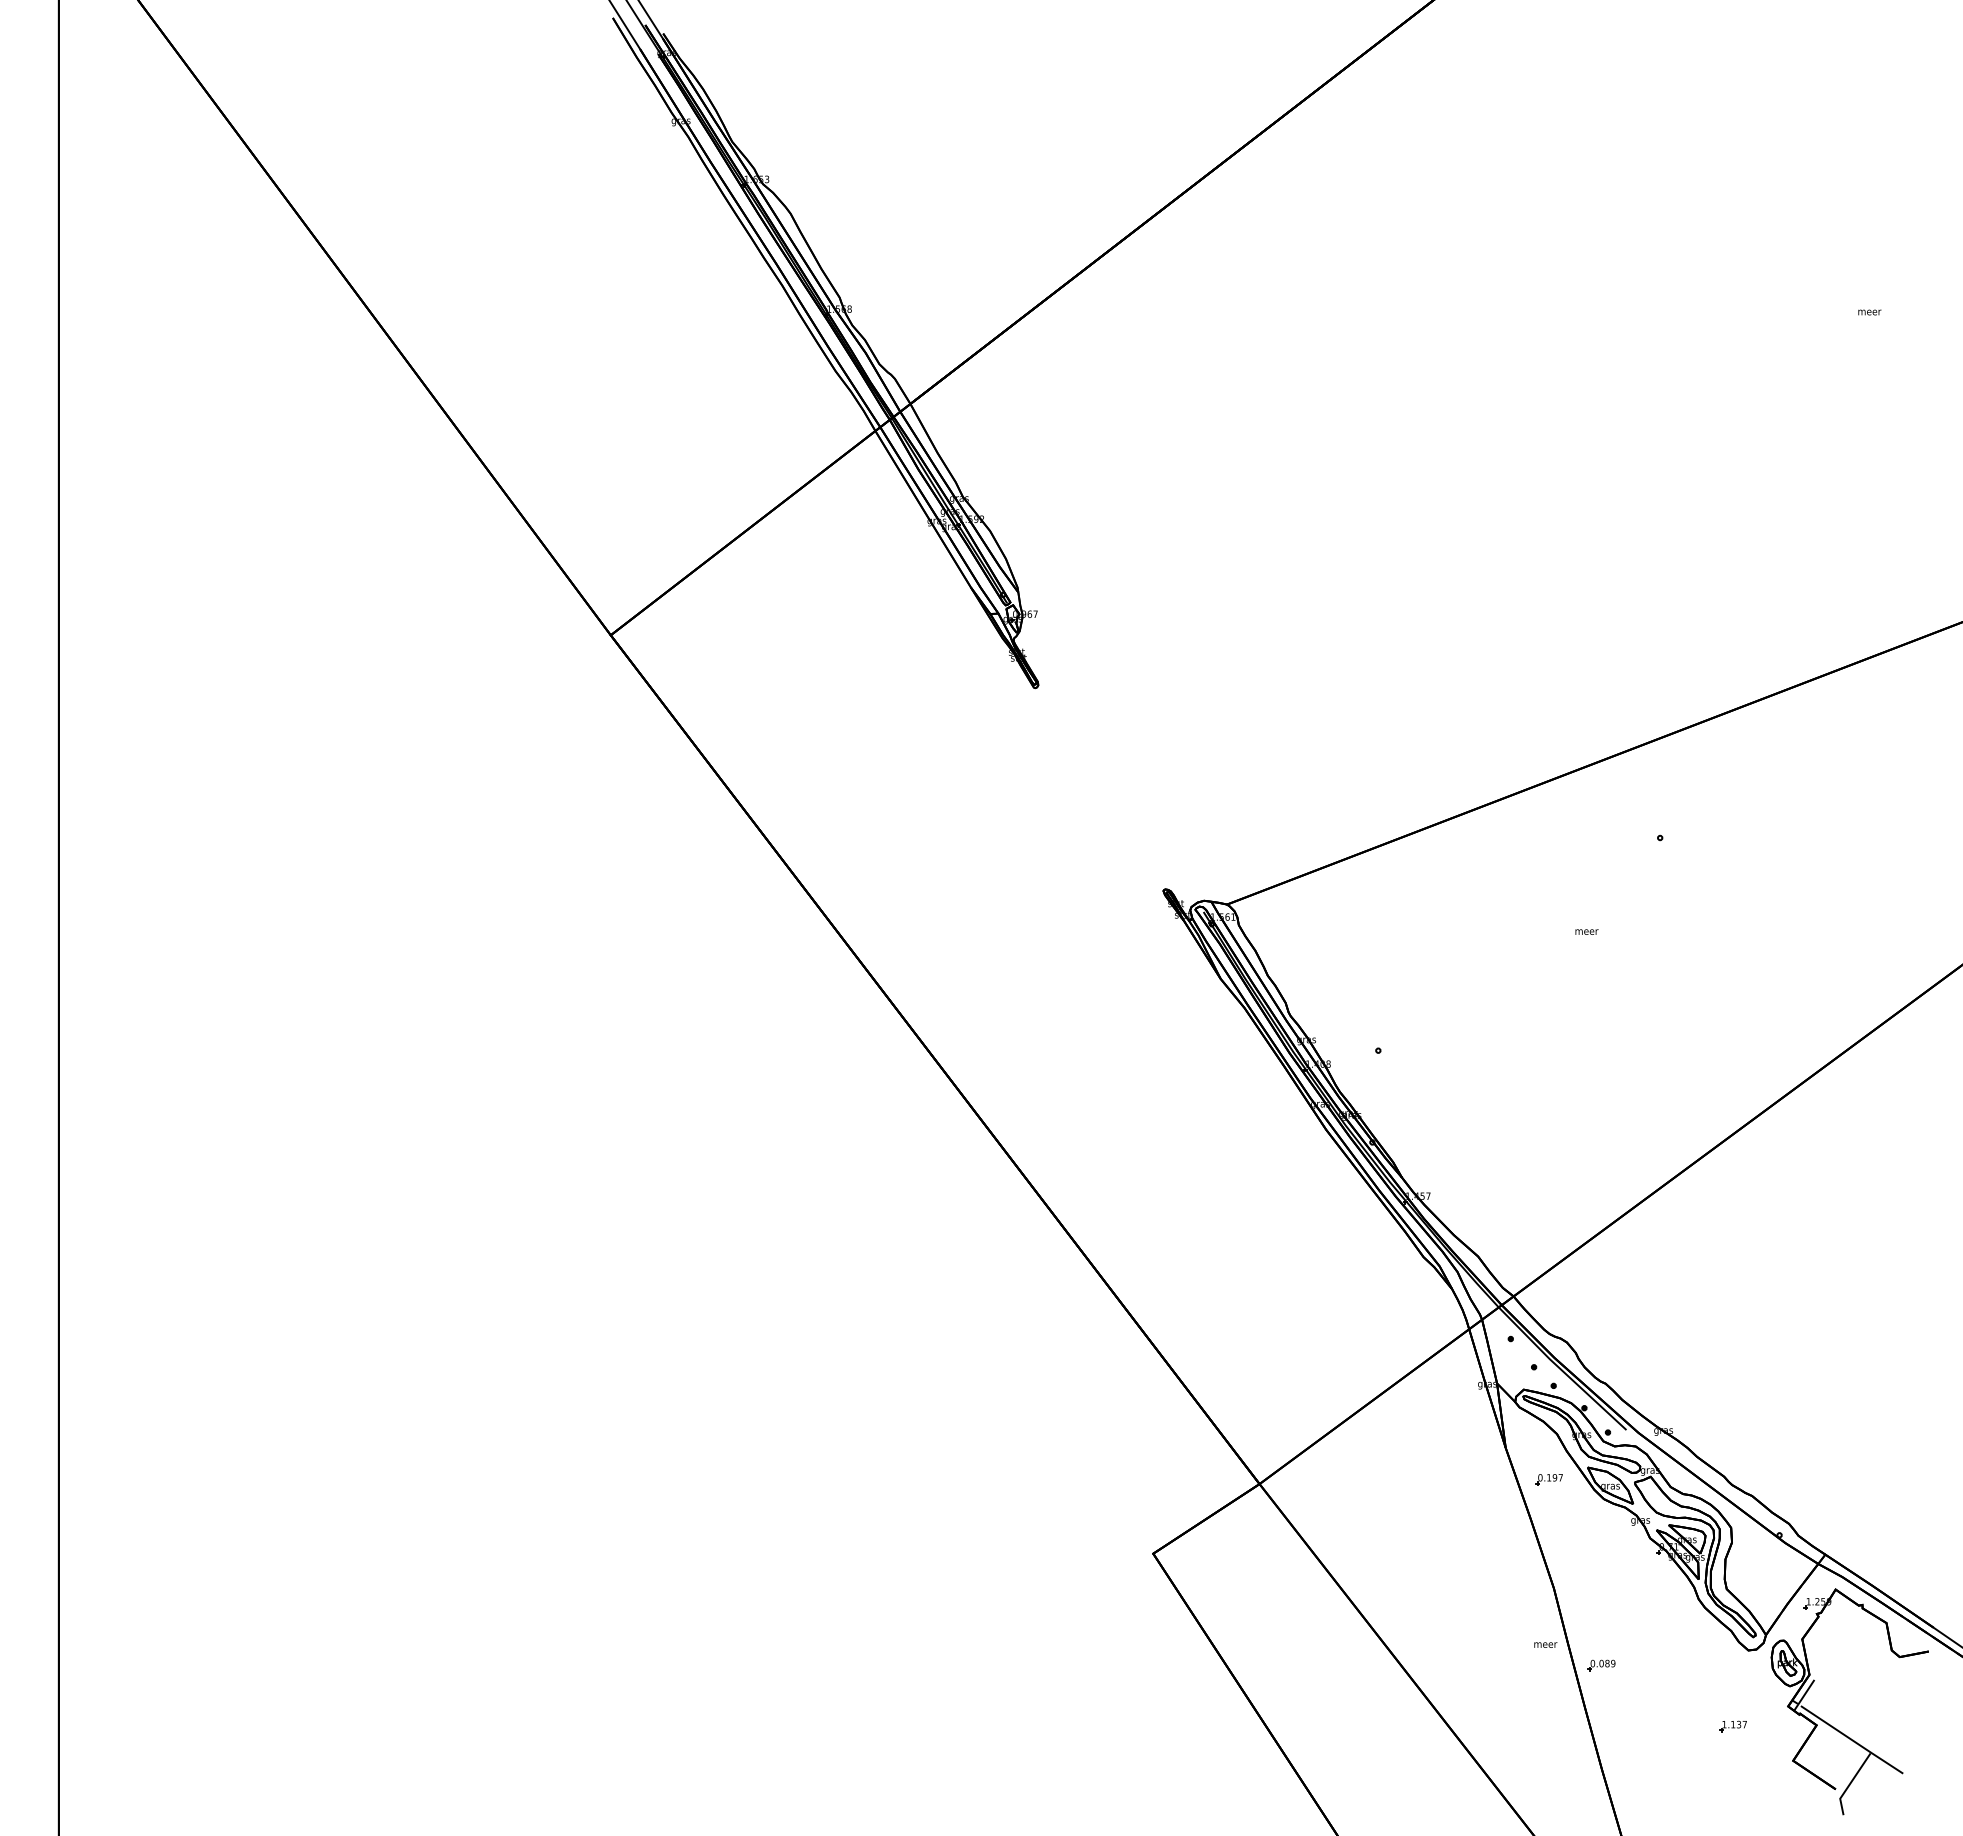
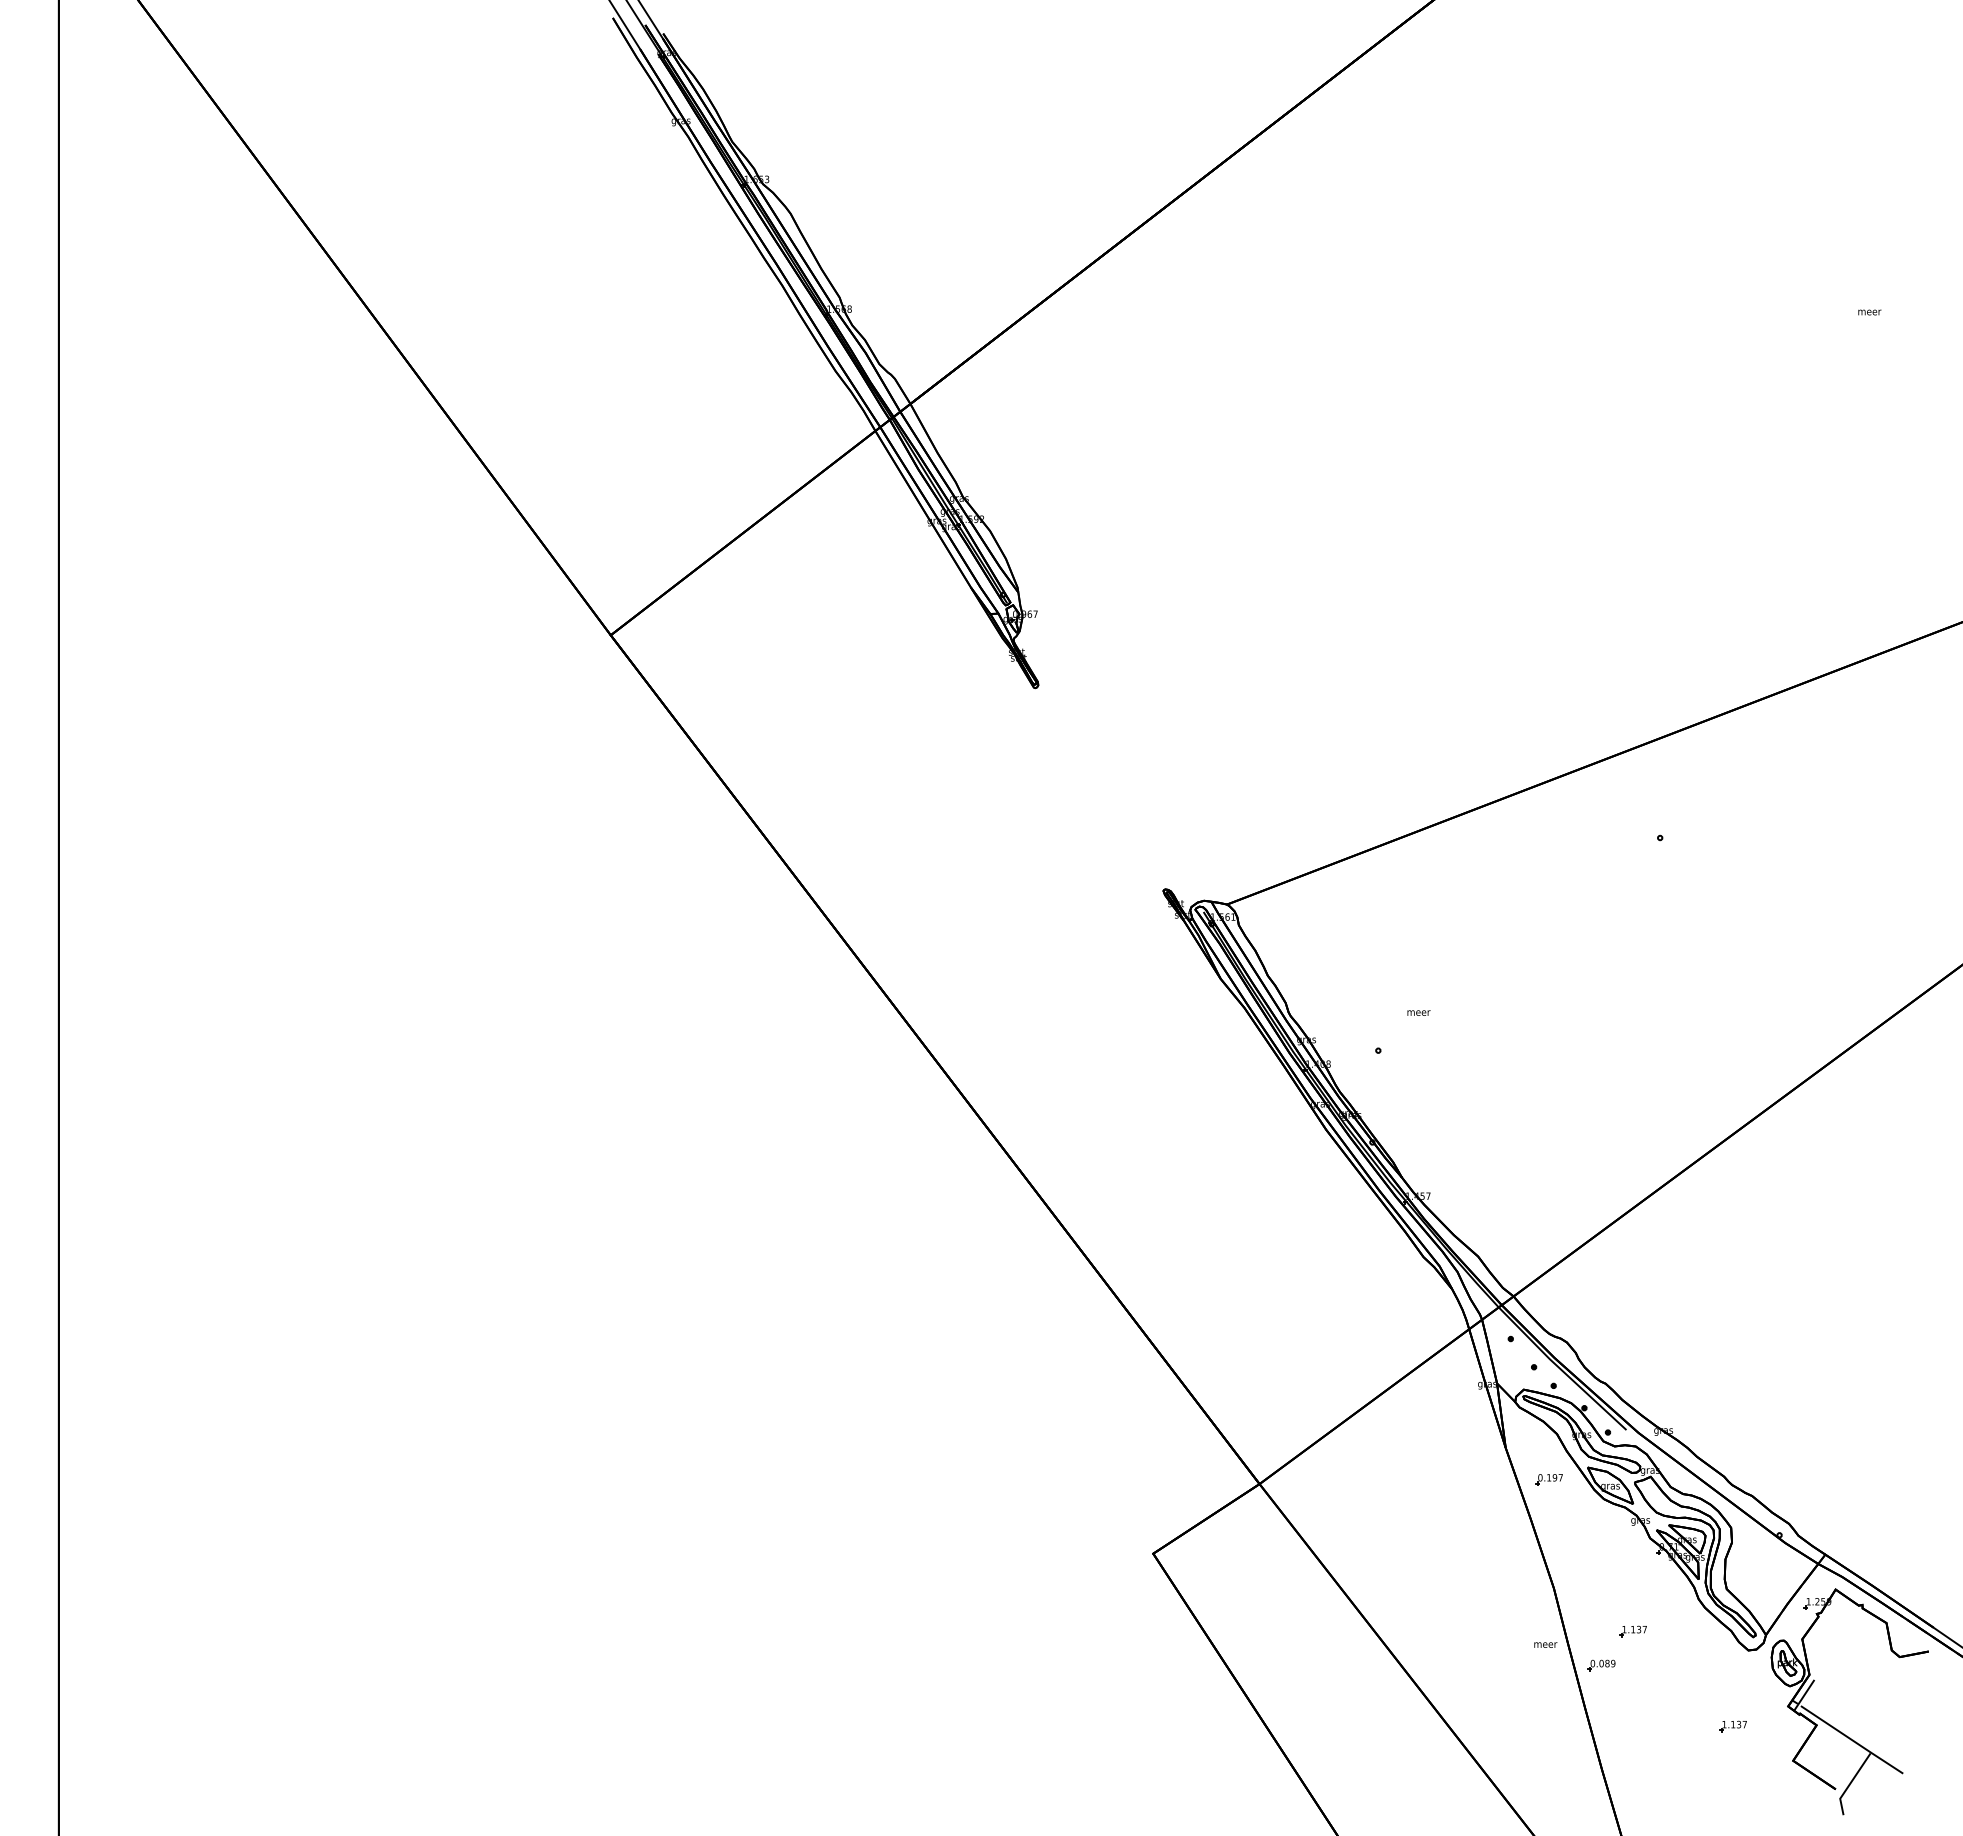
text at (1586, 931) position: (1586, 931) -> (1418, 1012)
part at (1632, 1631): none -> present
